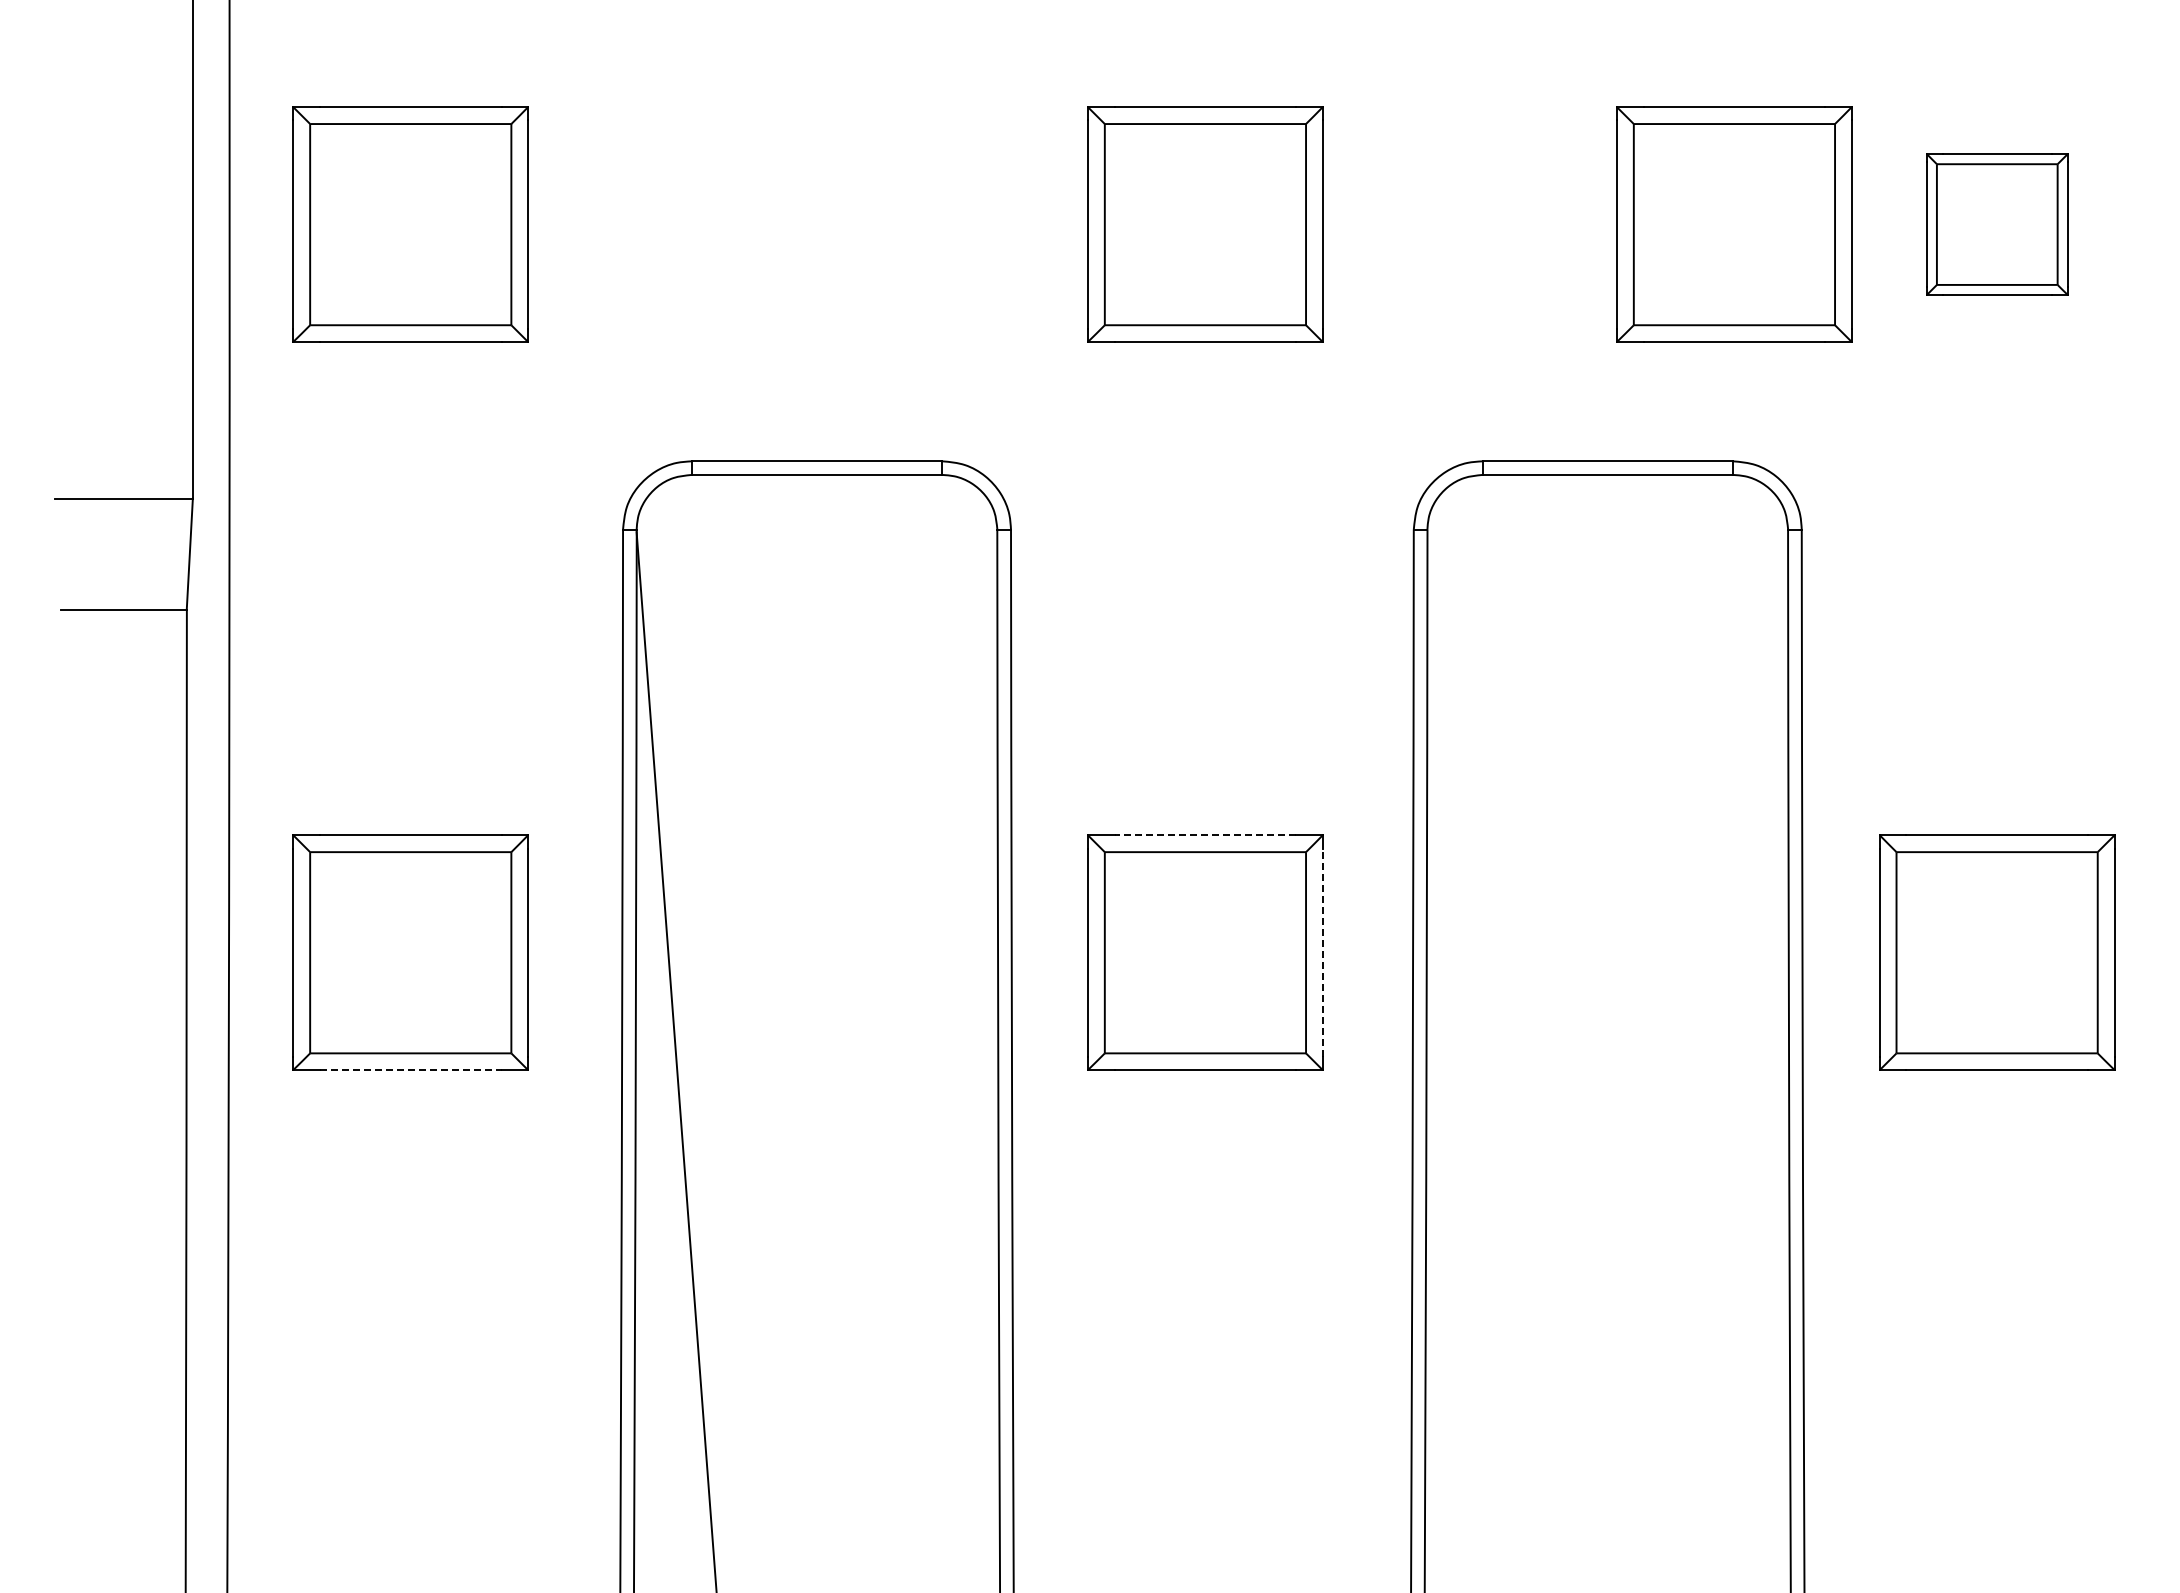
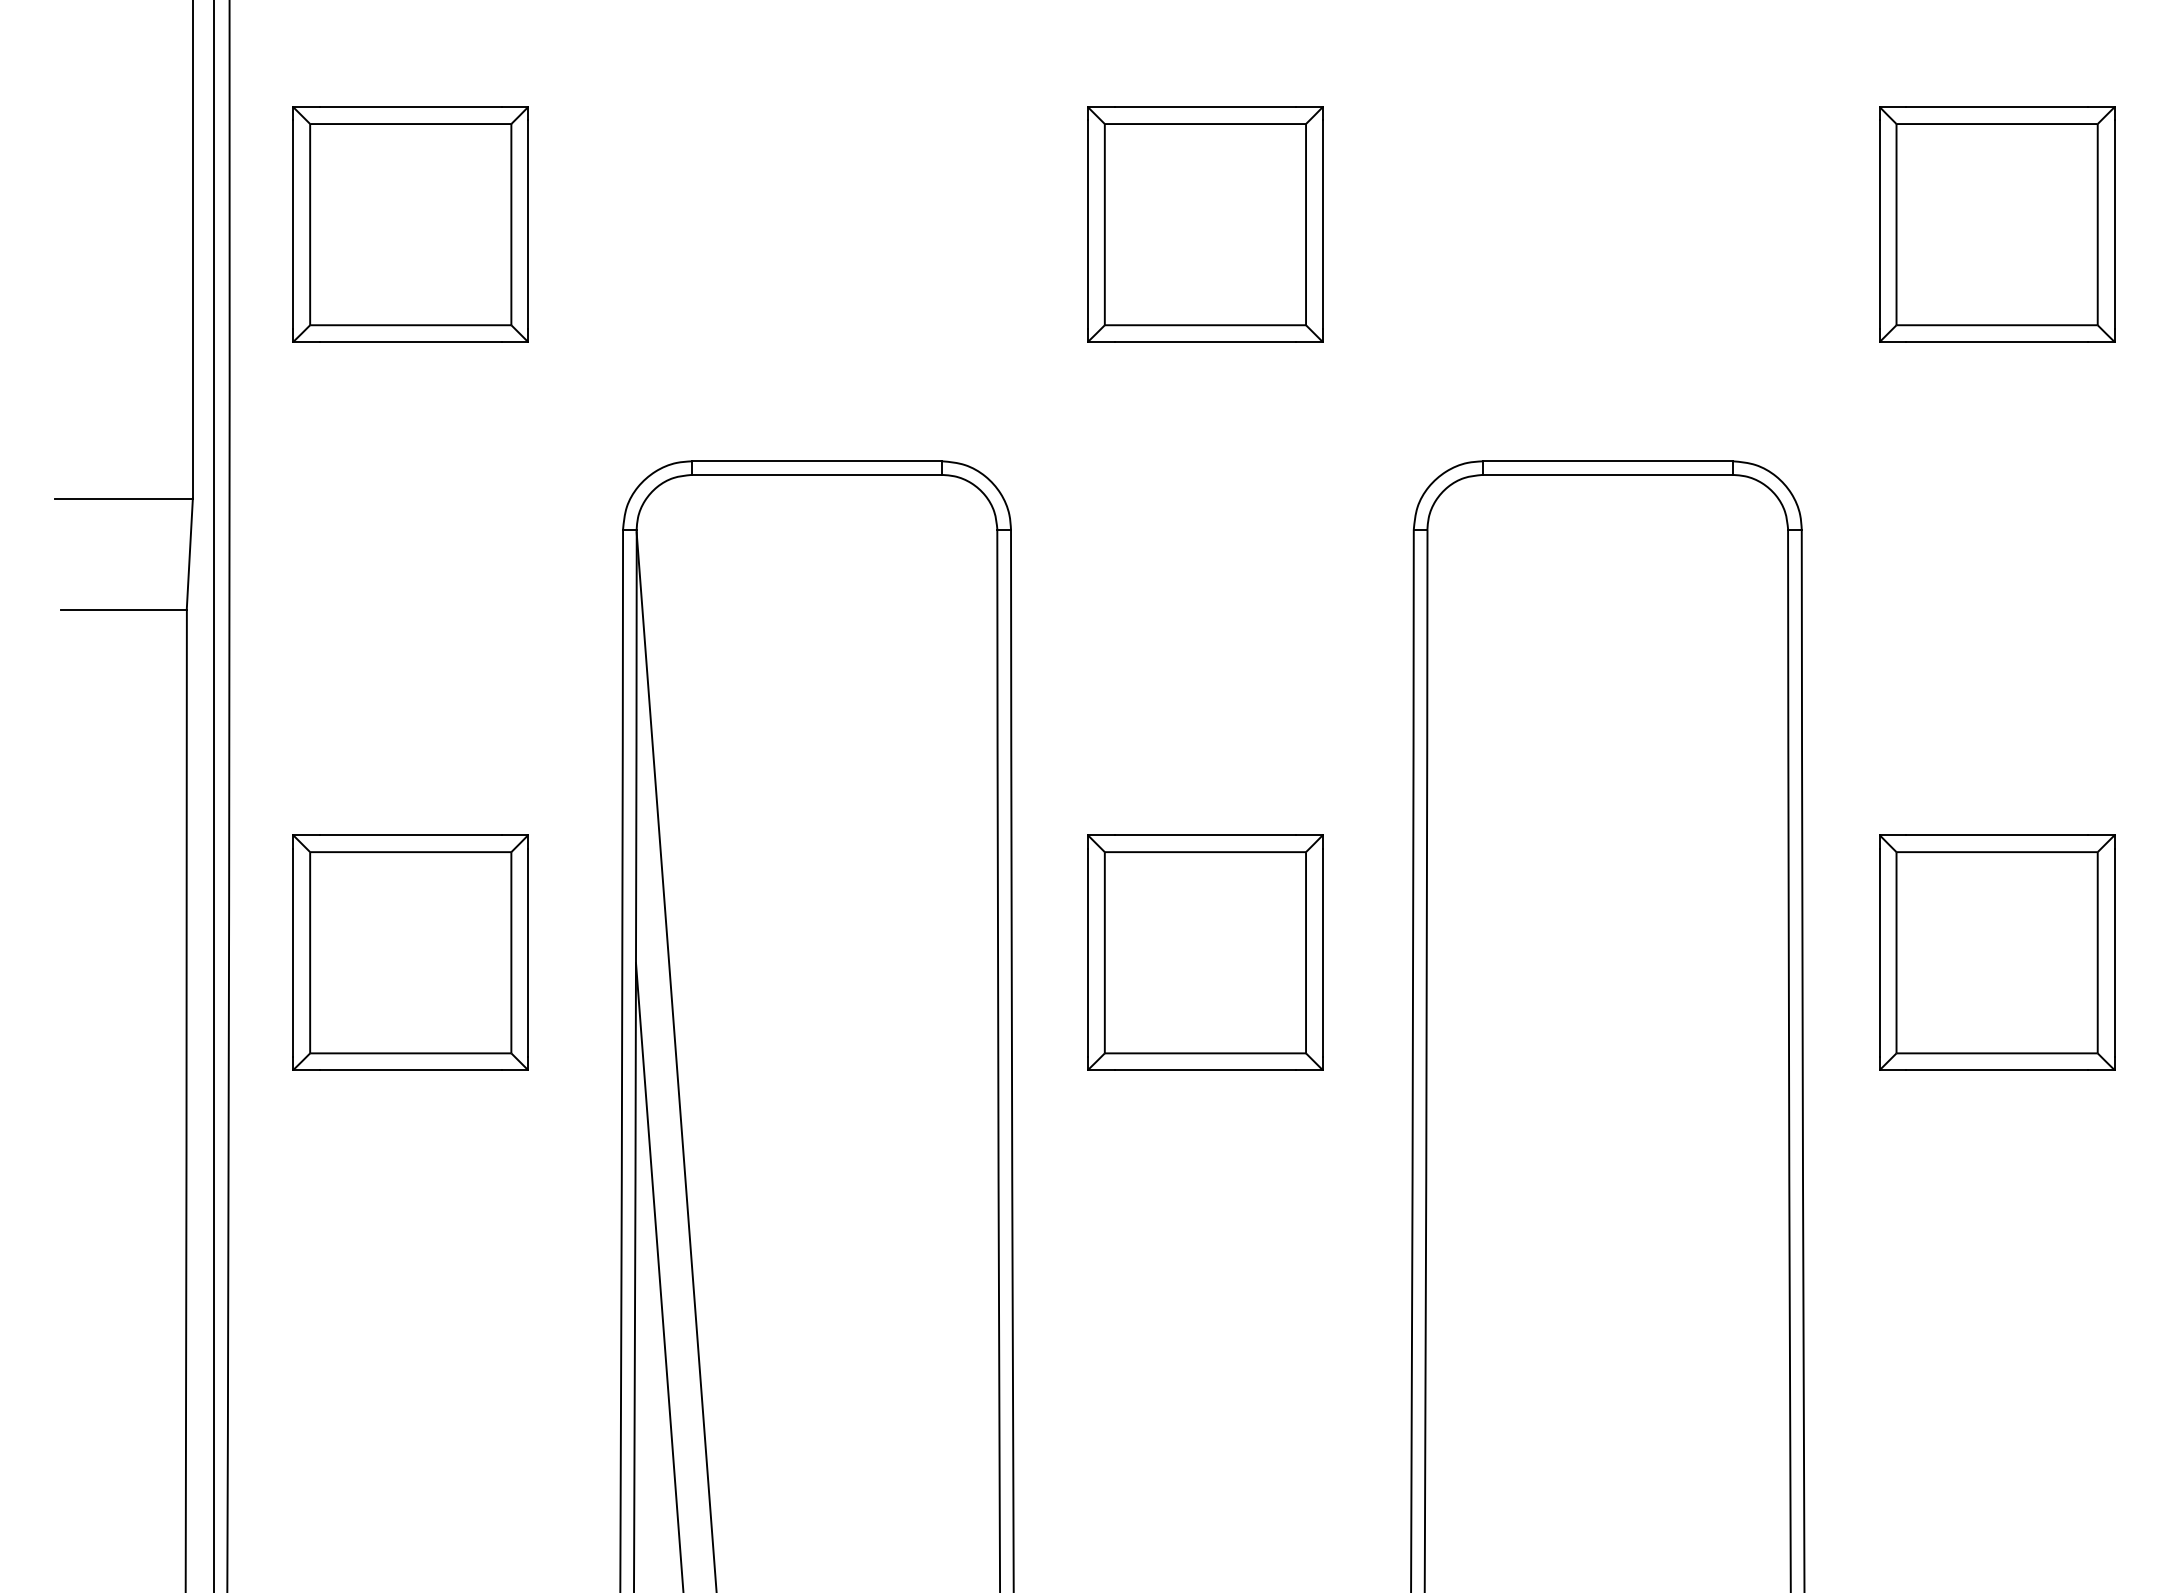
part at (1734, 224): present -> none
part at (1997, 224) size: 143x143 px -> 237x237 px
line at (213, 795): none -> present
line at (1205, 835): dashed -> solid
line at (1322, 952): dashed -> solid
line at (410, 1070): dashed -> solid
line at (659, 1276): none -> present
